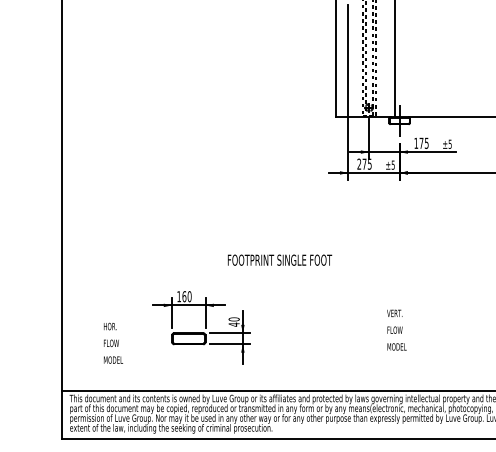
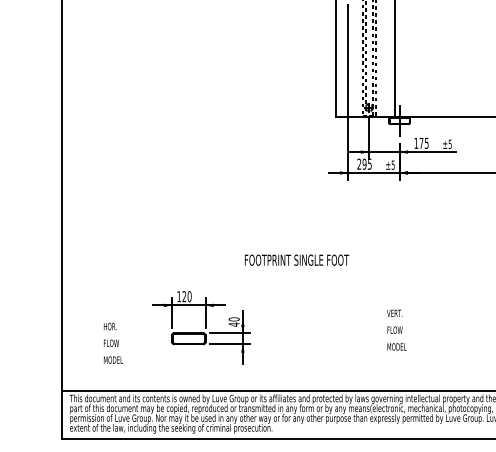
text at (364, 163): 275 -> 295
text at (280, 259) position: (280, 259) -> (297, 259)
text at (184, 296): 160 -> 120
